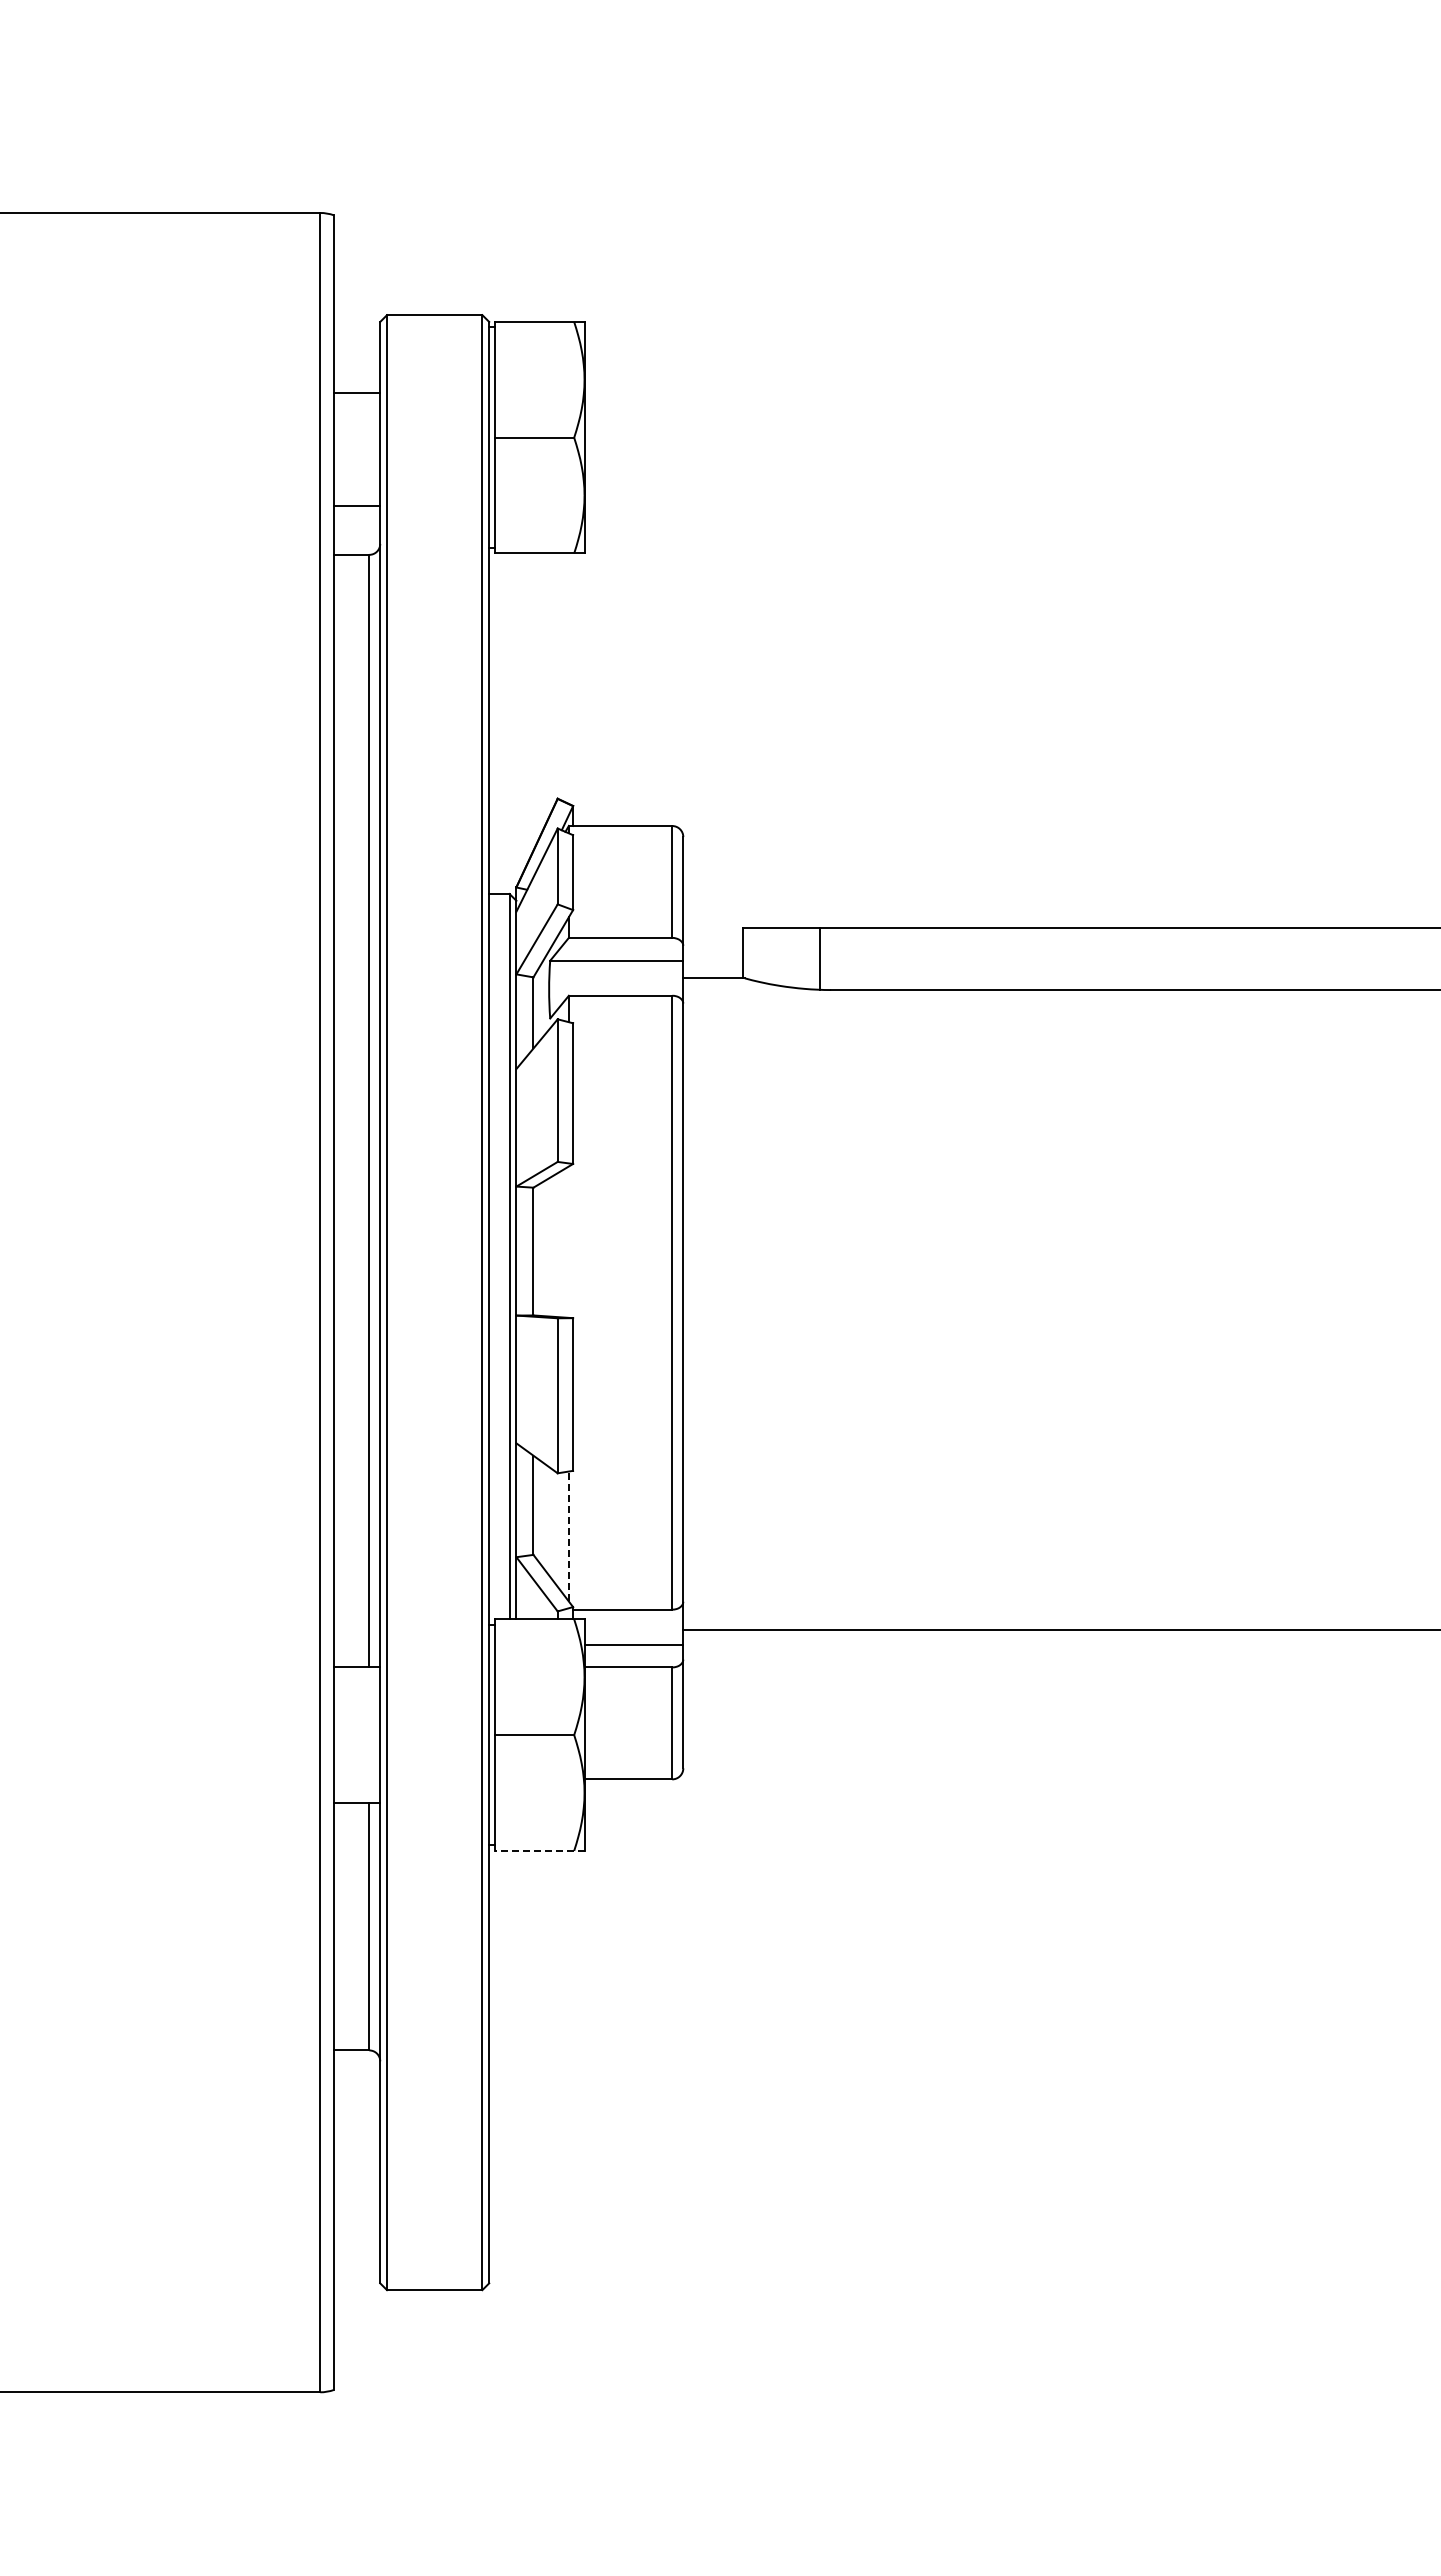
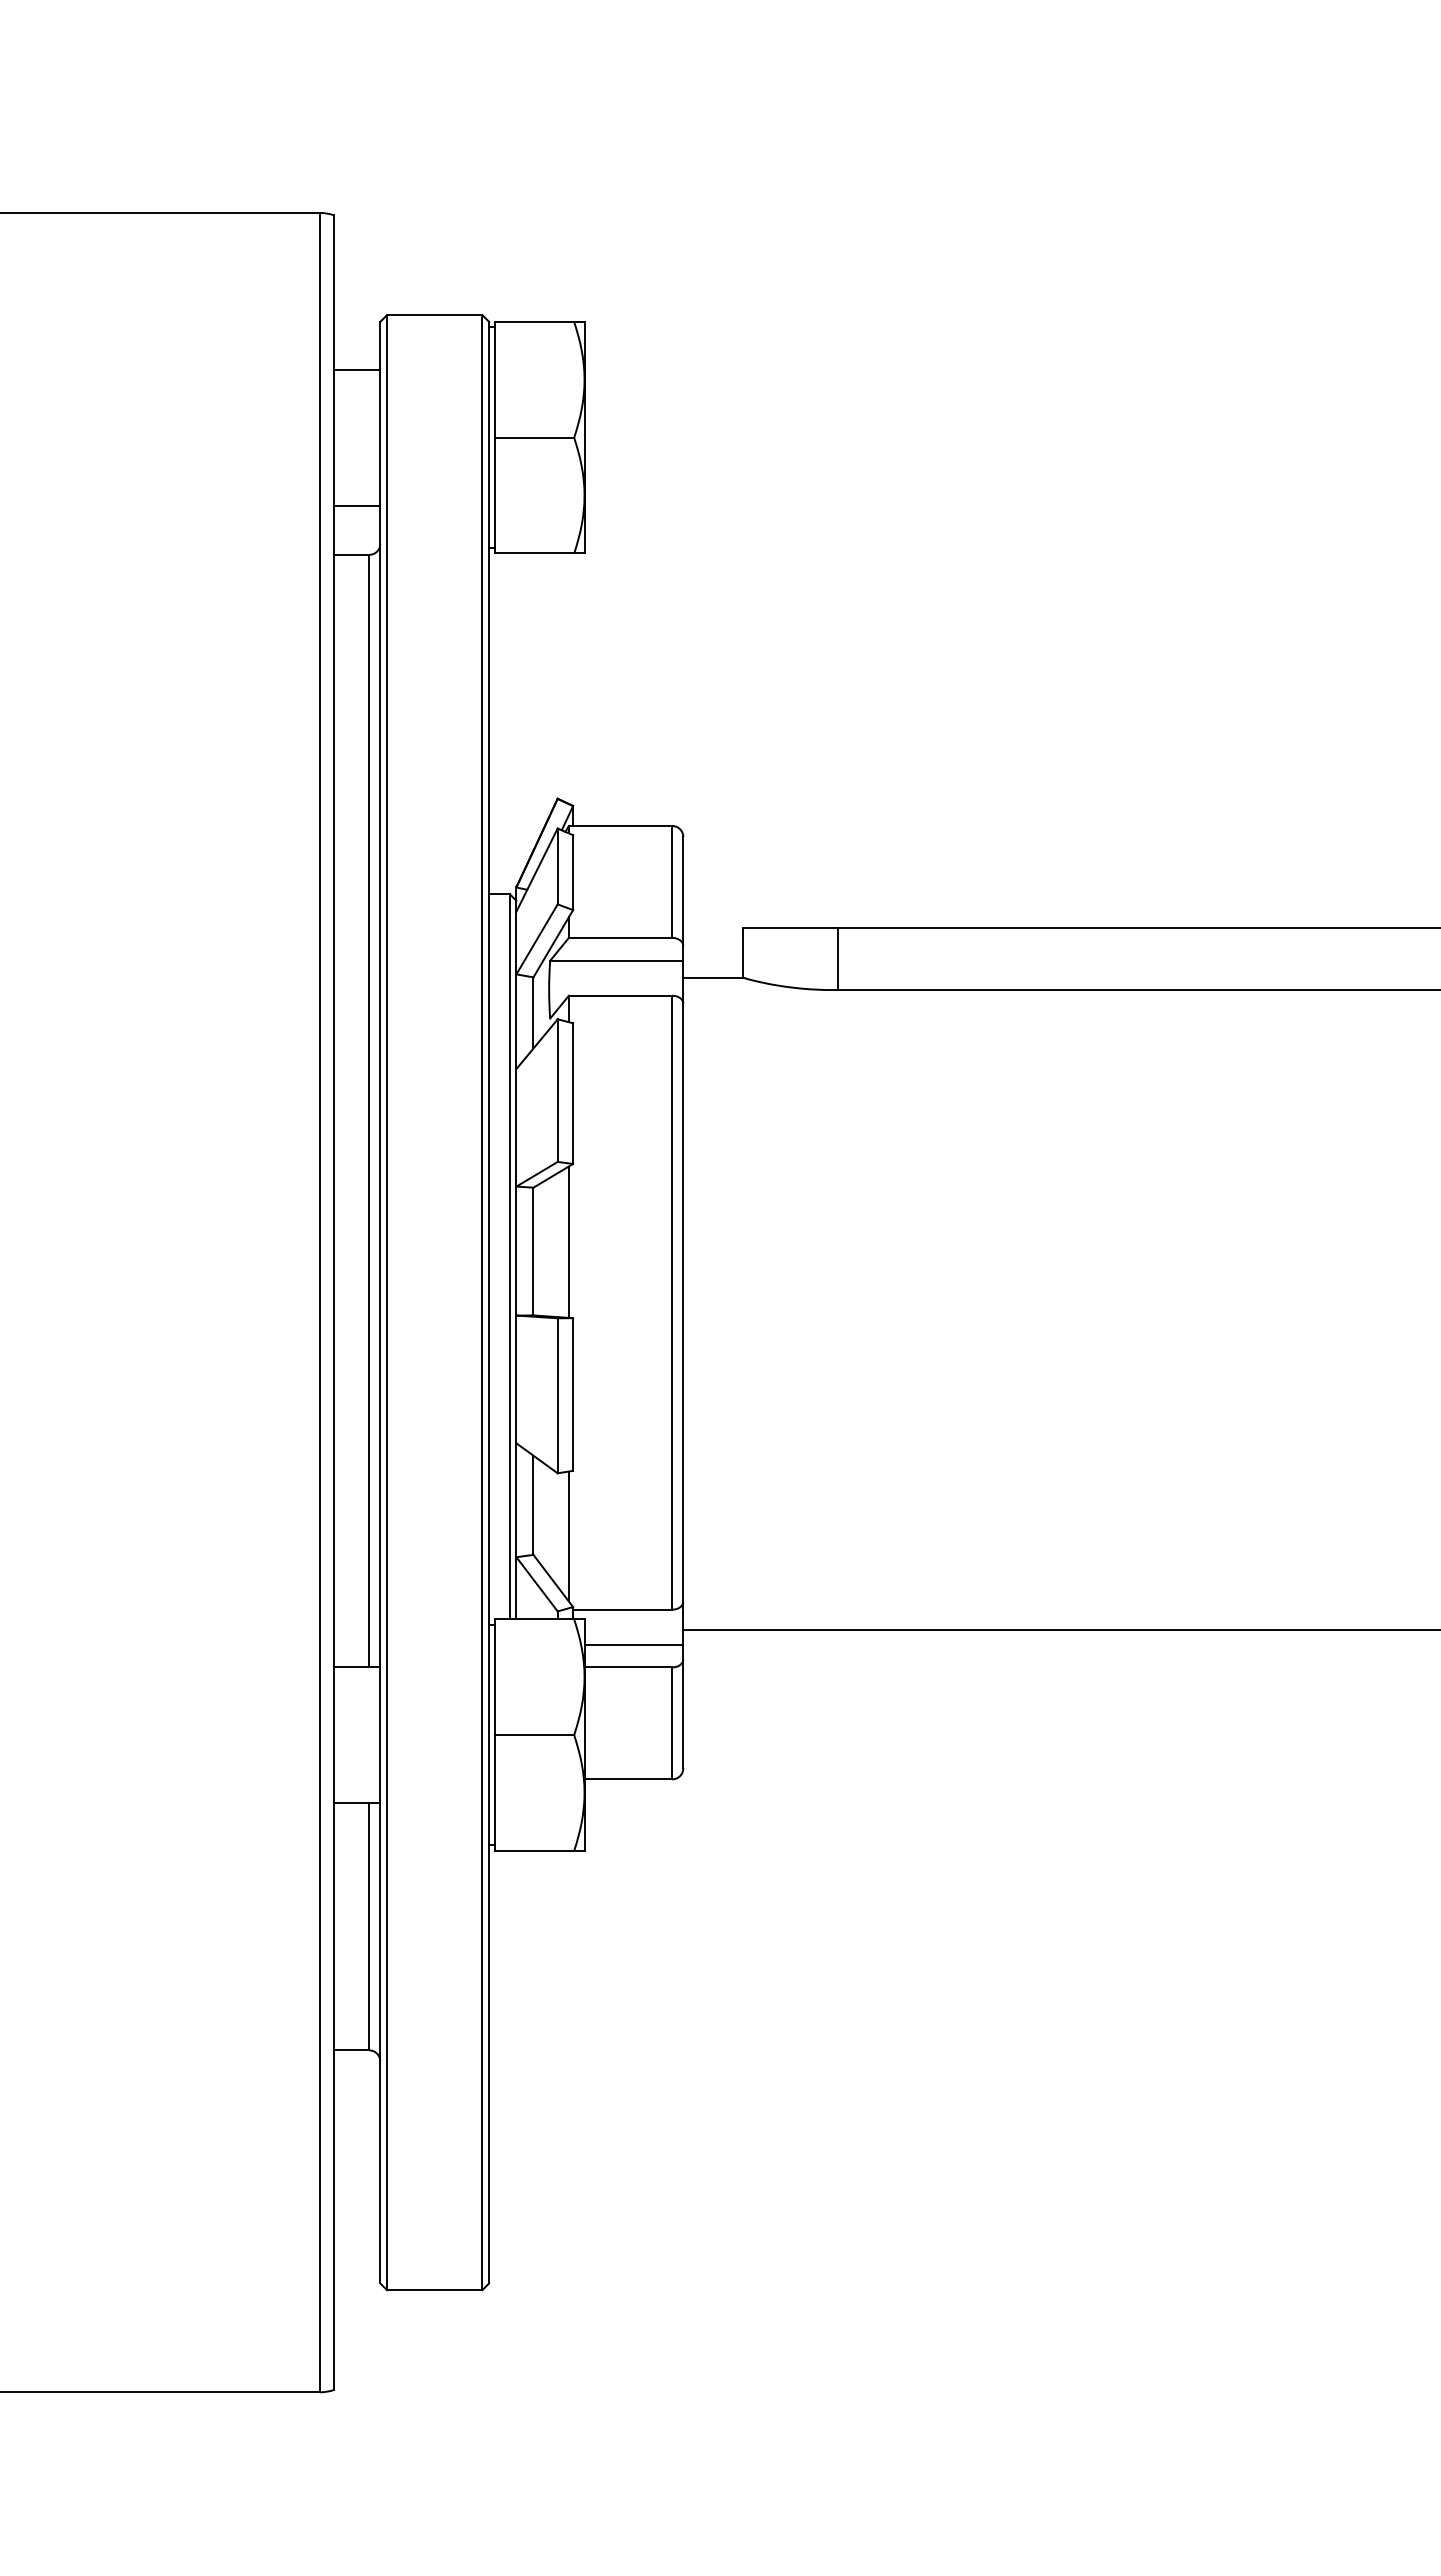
line at (356, 392) position: (356, 392) -> (356, 369)
line at (819, 959) position: (819, 959) -> (837, 959)
line at (568, 1241): none -> present
line at (568, 1536): dashed -> solid
line at (539, 1850): dashed -> solid
